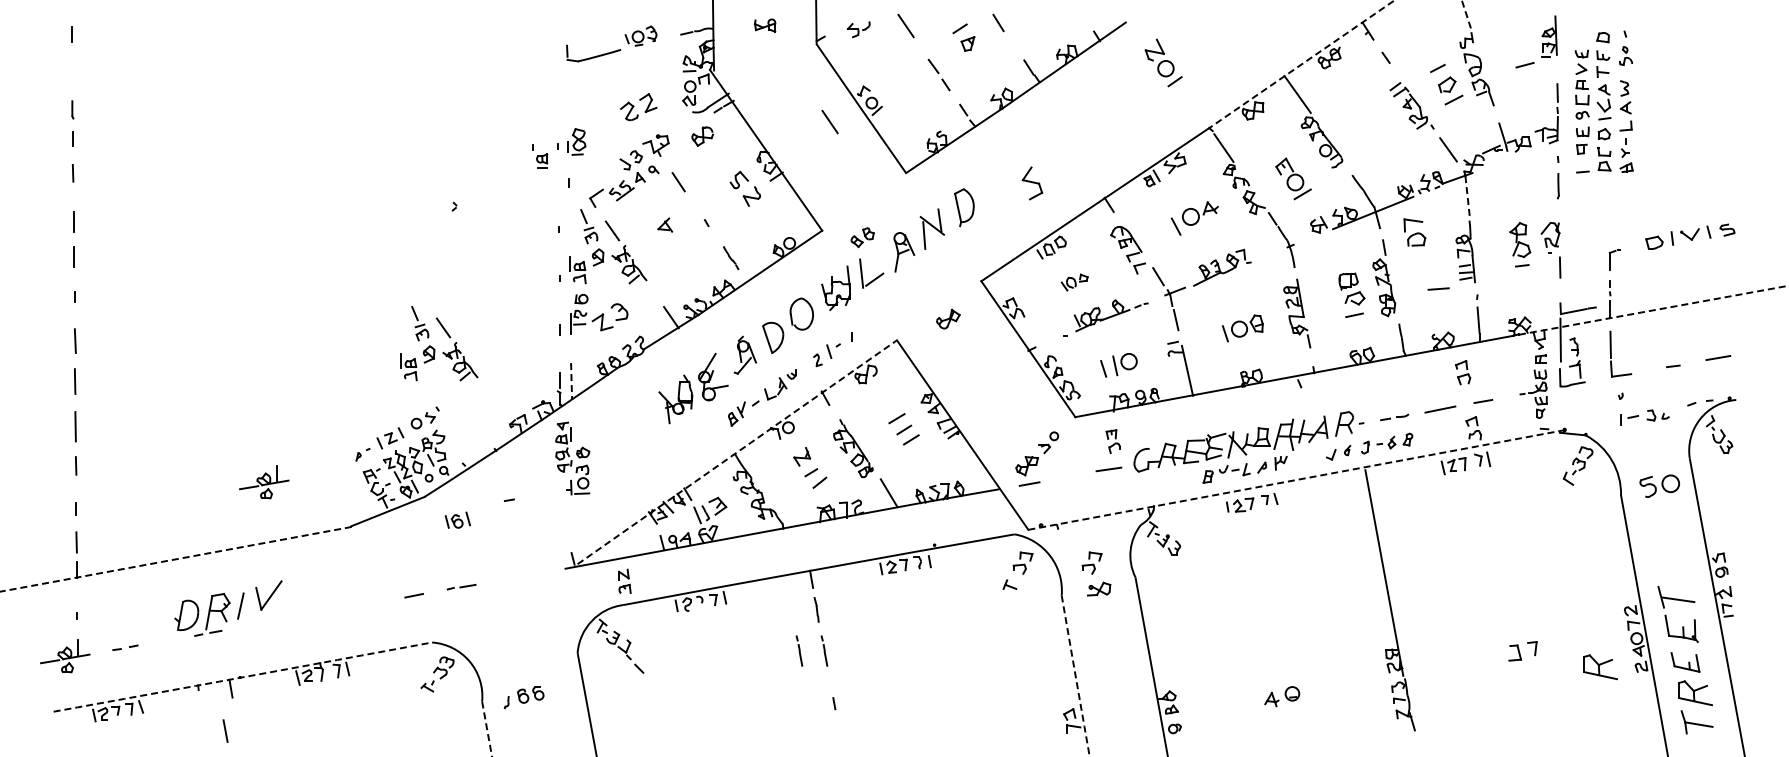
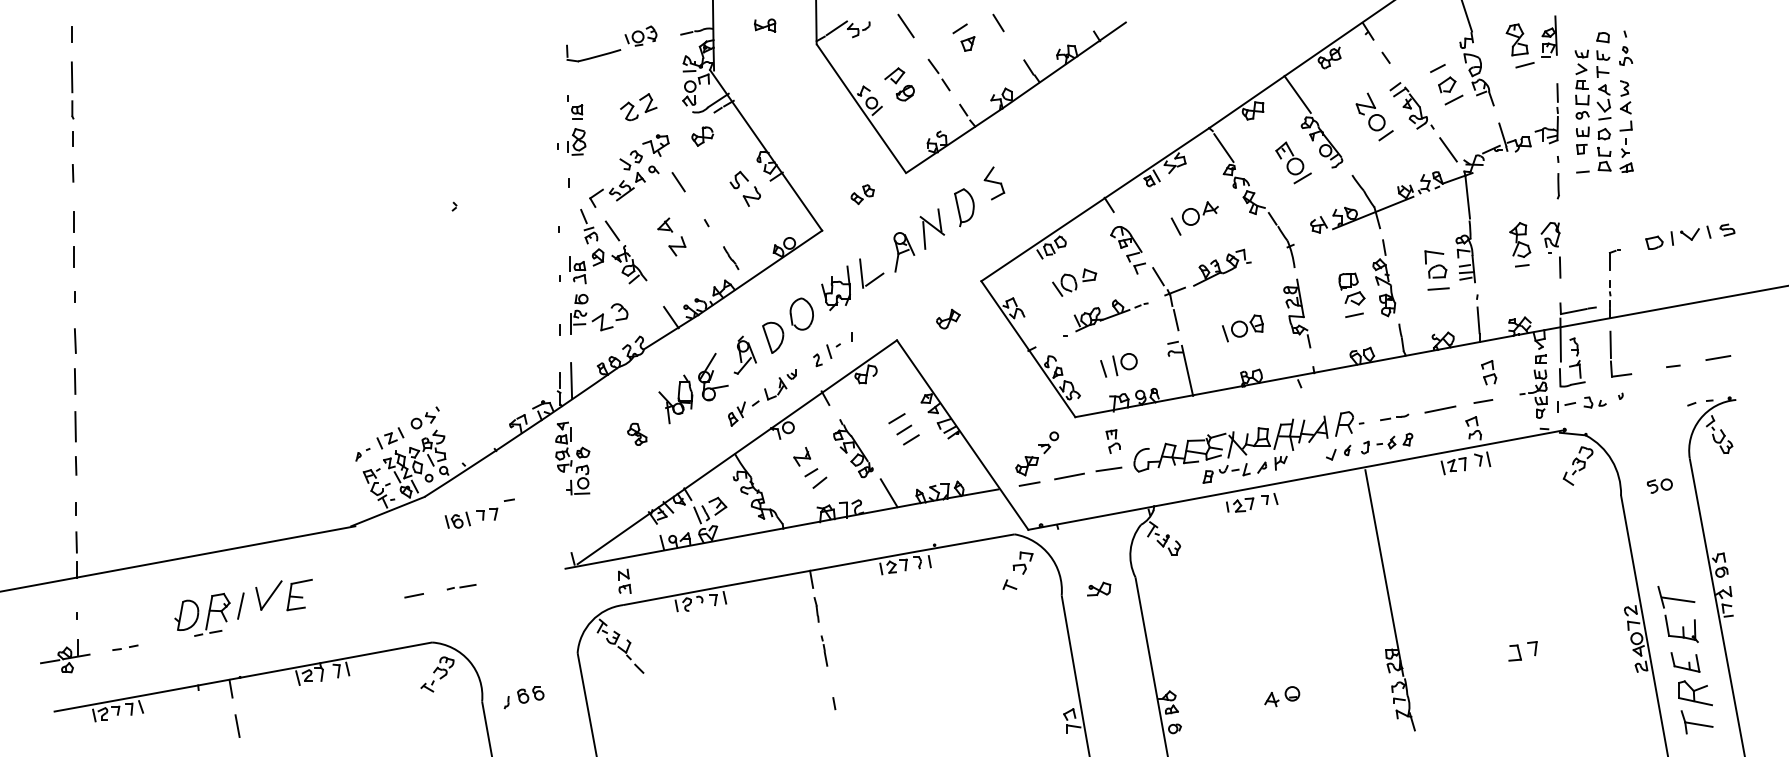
line at (1467, 16): dashed -> solid
line at (836, 28): none -> present
part at (1516, 39): none -> present
part at (1163, 62) position: (1163, 62) -> (1374, 116)
line at (1301, 64): dashed -> solid
line at (71, 77): none -> present
part at (899, 84): none -> present
line at (829, 121): present -> none
part at (540, 156) position: (540, 156) -> (575, 107)
part at (1293, 178) position: (1293, 178) -> (1293, 162)
part at (1032, 183) position: (1032, 183) -> (994, 183)
line at (1467, 197): dashed -> solid
part at (1414, 232) position: (1414, 232) -> (1435, 264)
part at (862, 237) position: (862, 237) -> (862, 194)
part at (677, 246): none -> present
part at (1074, 282) size: 29x19 px -> 46x29 px
line at (1653, 310): dashed -> solid
part at (434, 348): present -> none
part at (1463, 372) position: (1463, 372) -> (1489, 372)
line at (571, 381): dashed -> solid
part at (1644, 417) position: (1644, 417) -> (1581, 404)
part at (637, 433): none -> present
line at (737, 452): dashed -> solid
line at (1069, 476): none -> present
line at (1296, 479): dashed -> solid
part at (264, 482): present -> none
part at (1659, 485) size: 41x24 px -> 26x16 px
part at (487, 513): none -> present
line at (178, 558): dashed -> solid
part at (1091, 562): present -> none
part at (299, 594): none -> present
line at (799, 650): present -> none
part at (1600, 667): present -> none
arc at (1075, 676): dashed -> solid
arc at (242, 677): dashed -> solid
arc at (487, 729): dashed -> solid
line at (225, 730) position: (225, 730) -> (237, 725)
